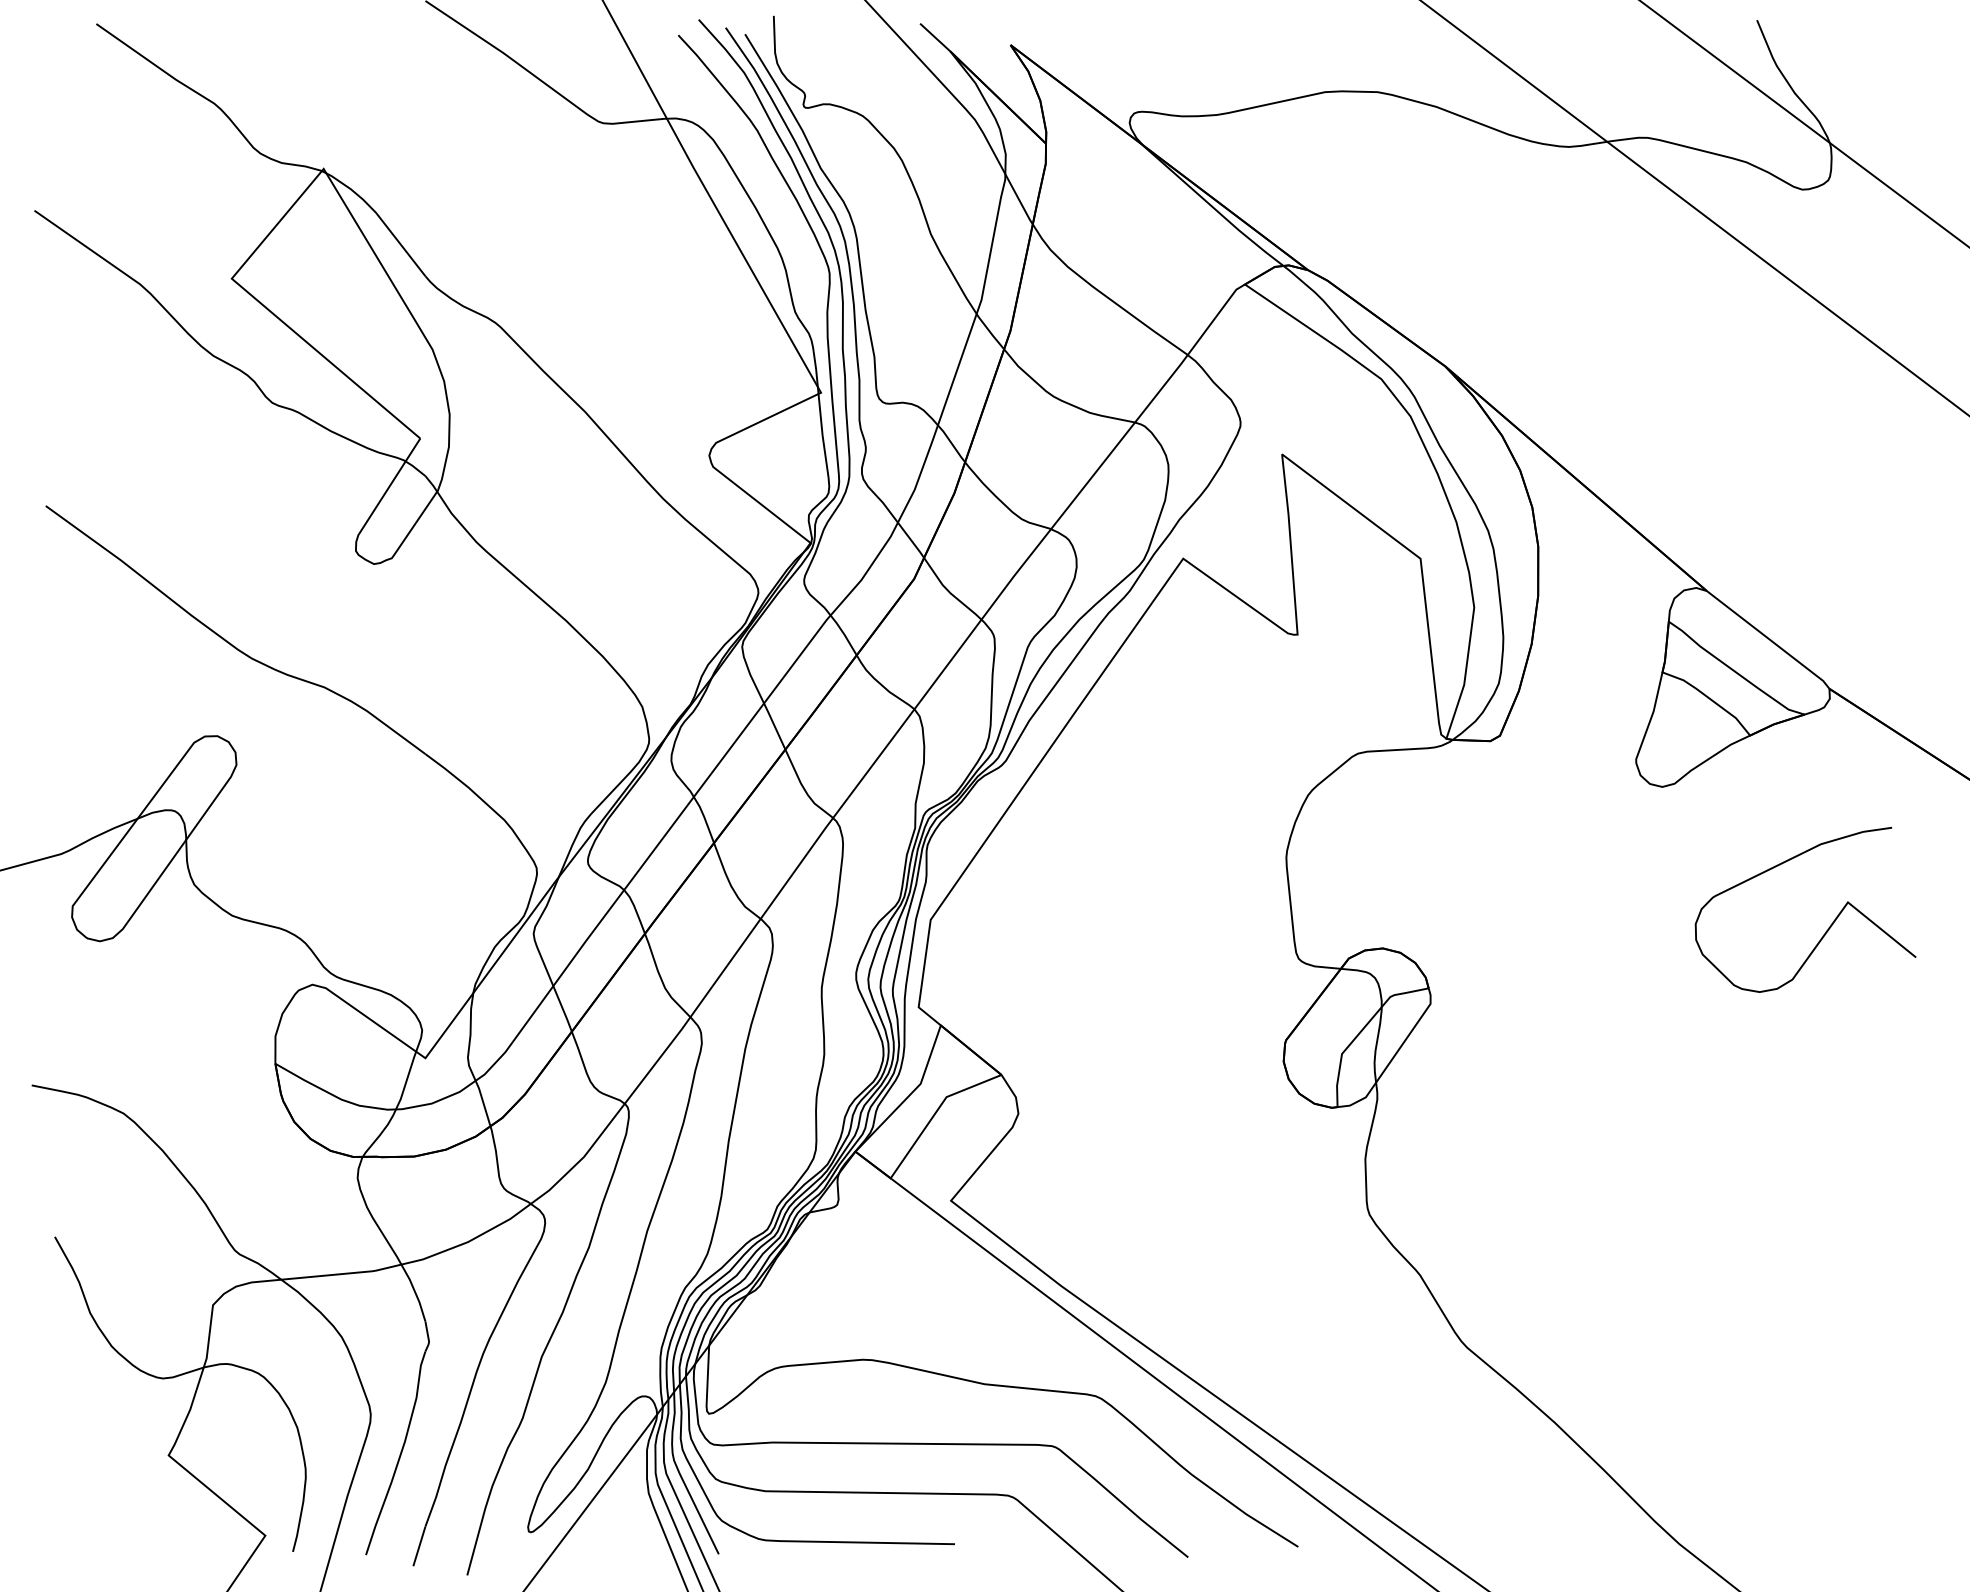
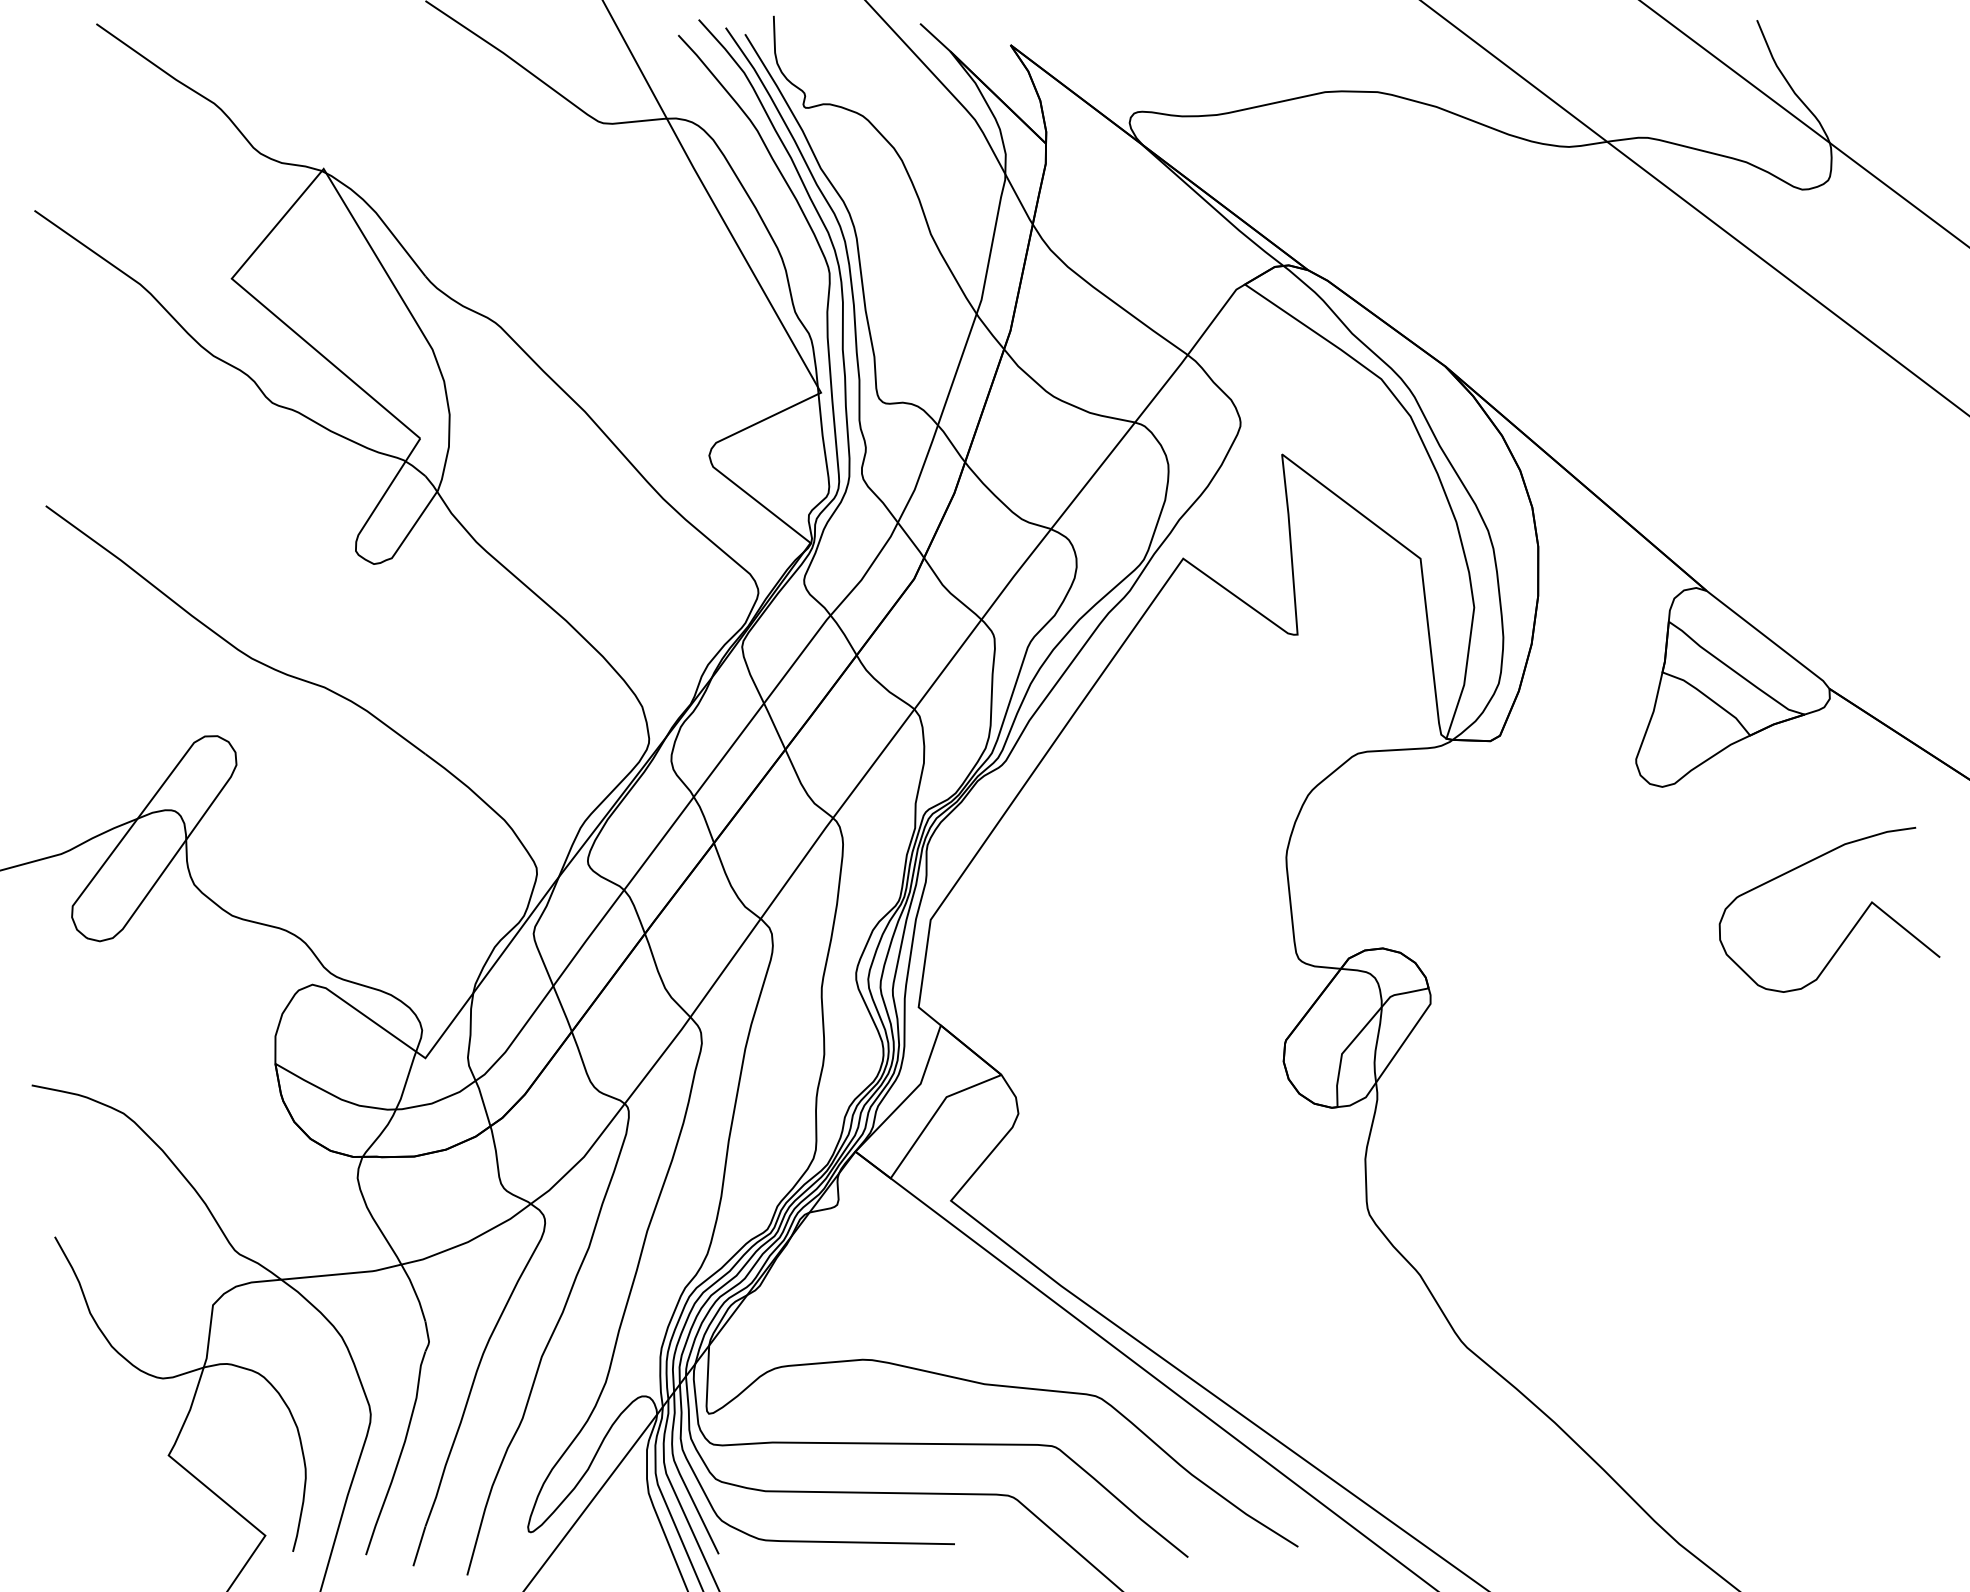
curve at (1830, 924) position: (1830, 924) -> (1854, 924)
